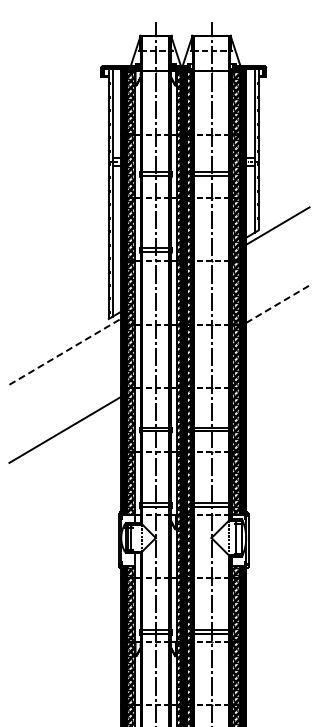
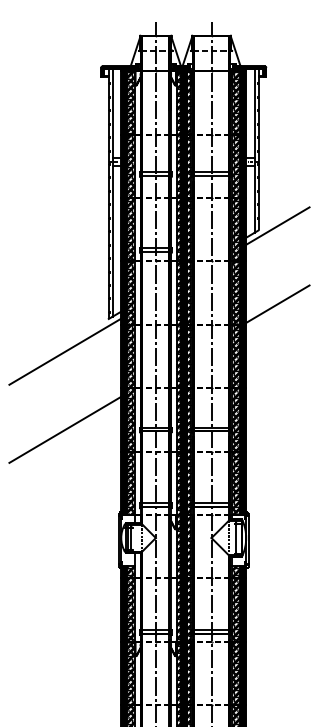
line at (277, 304): dashed -> solid
line at (65, 351): dashed -> solid
